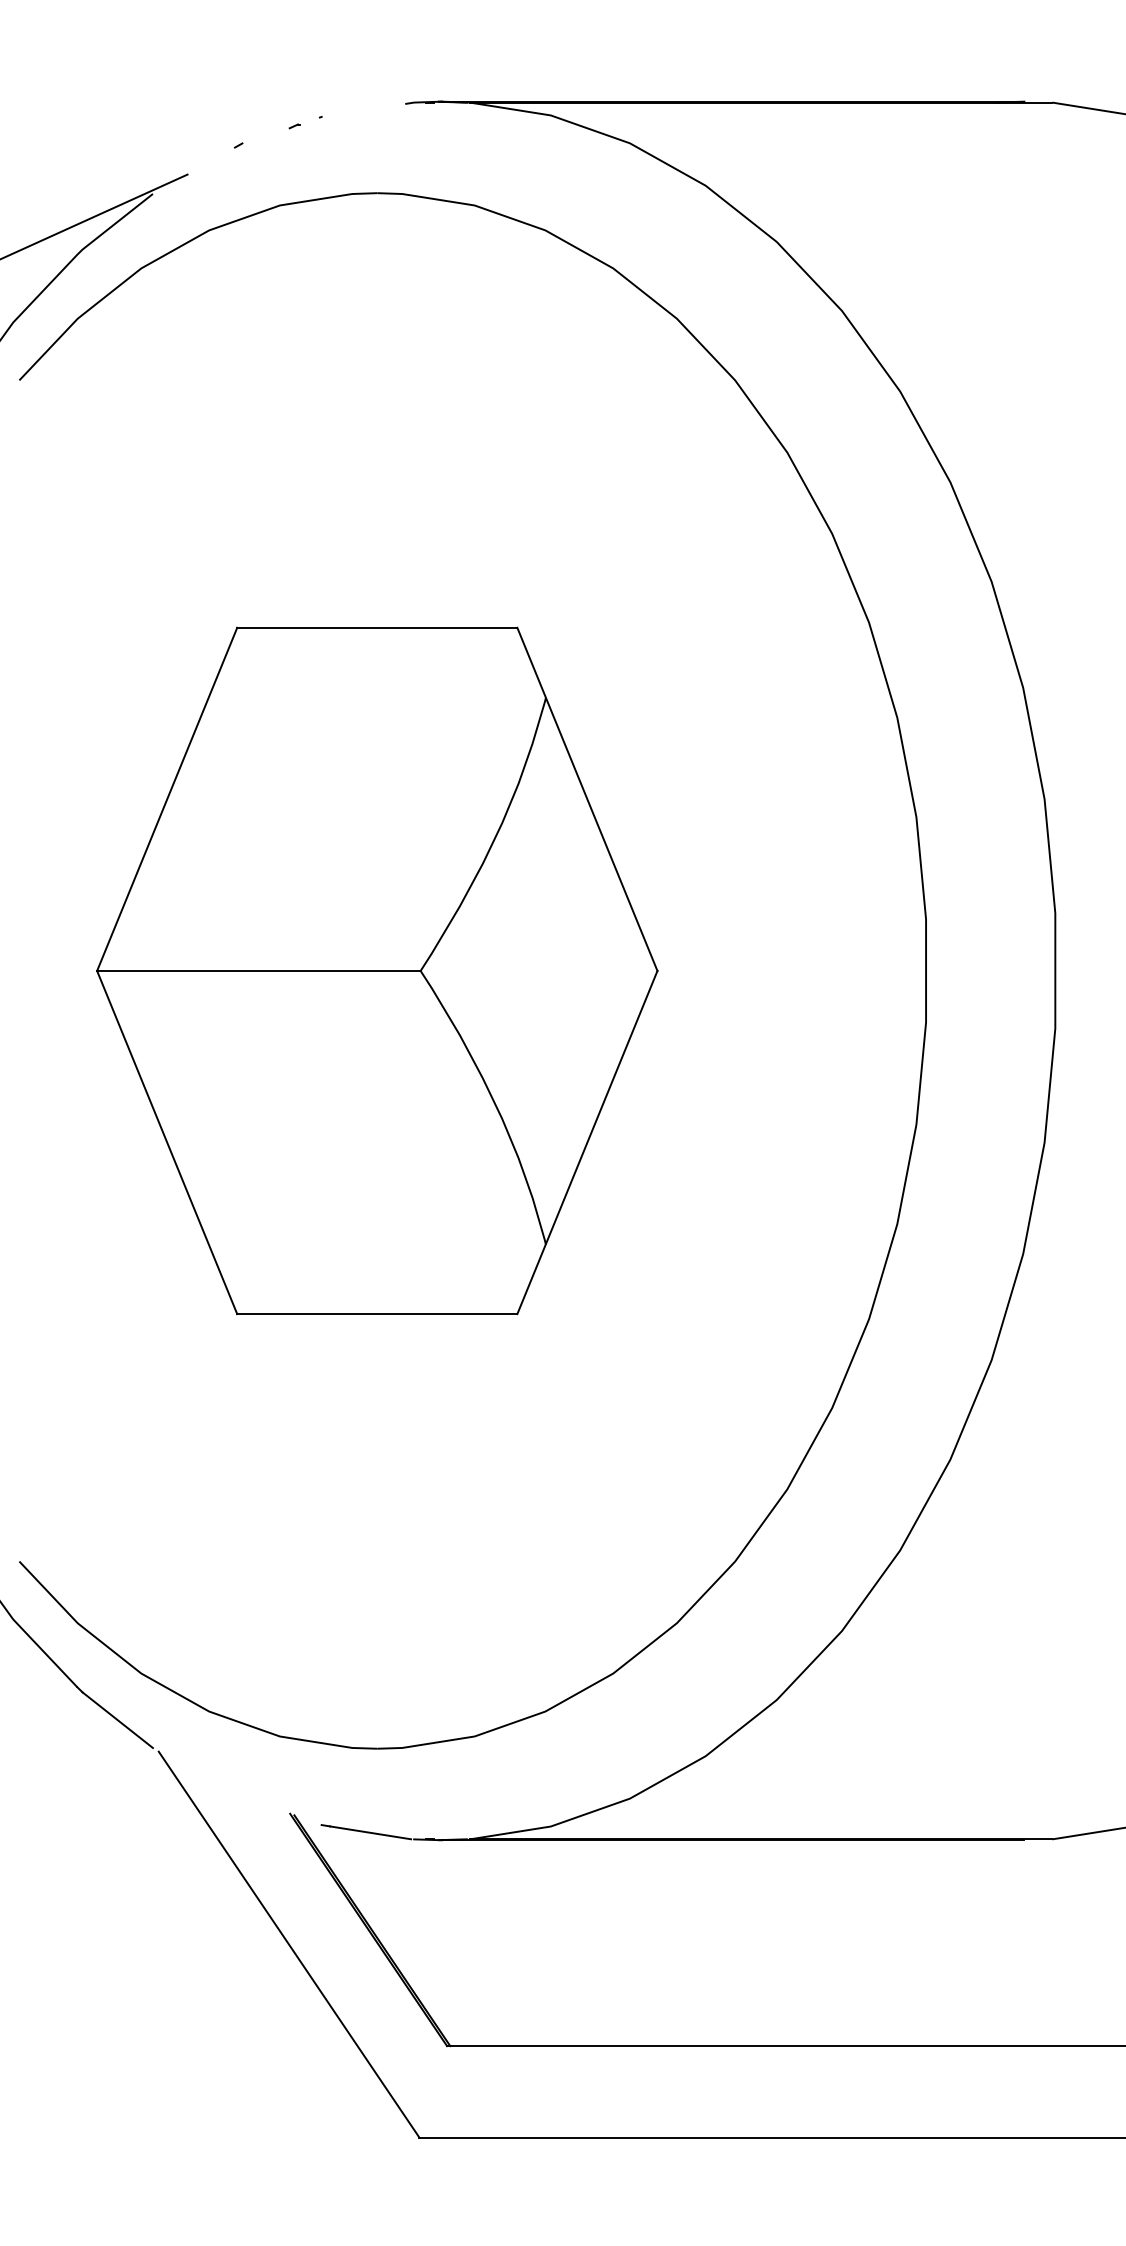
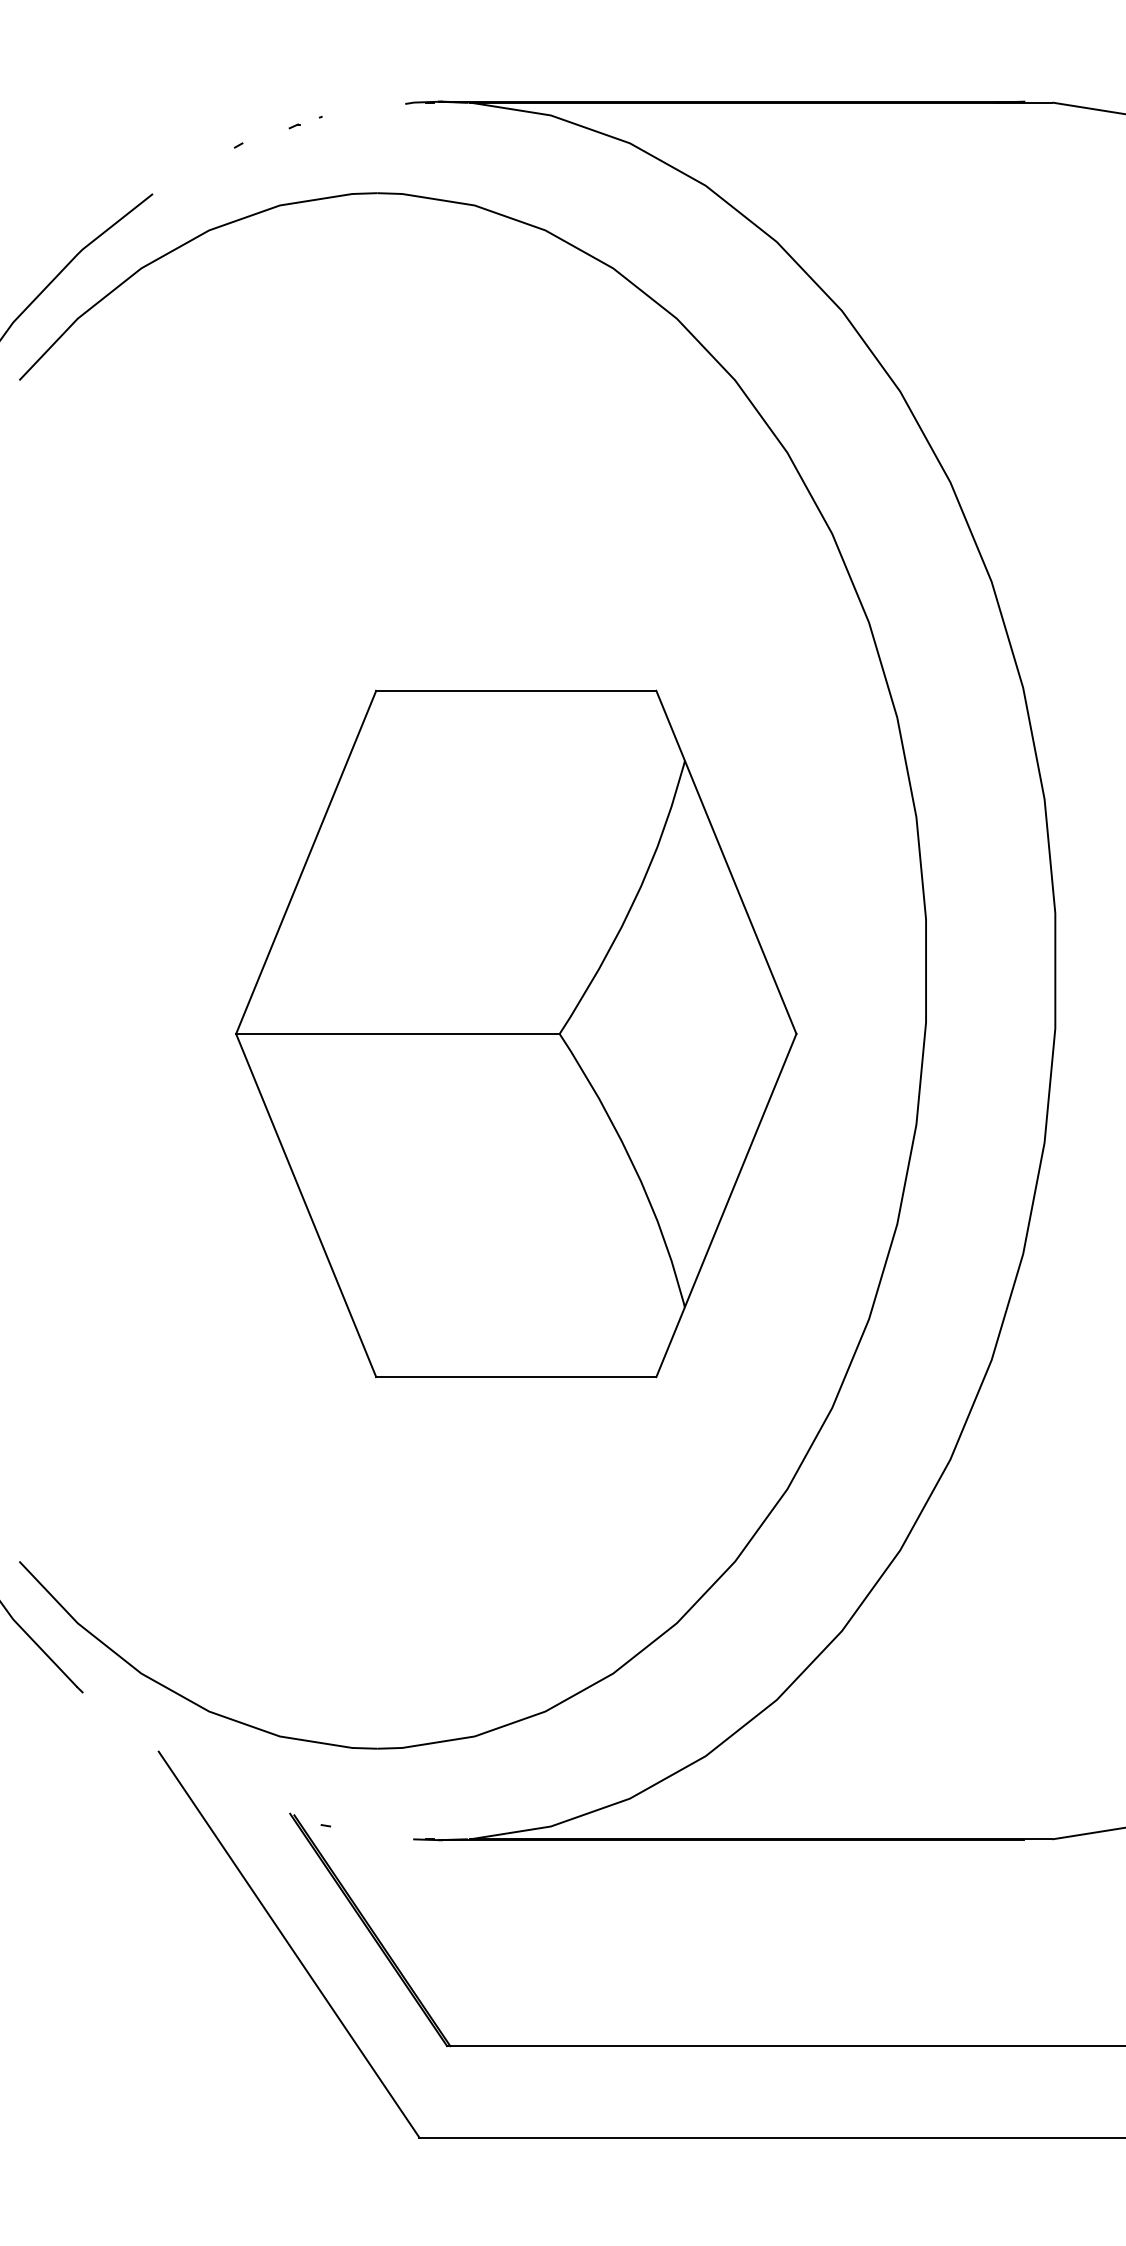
line at (94, 216): present -> none
part at (377, 970) position: (377, 970) -> (516, 1033)
line at (117, 1720): present -> none
line at (370, 1832): present -> none
